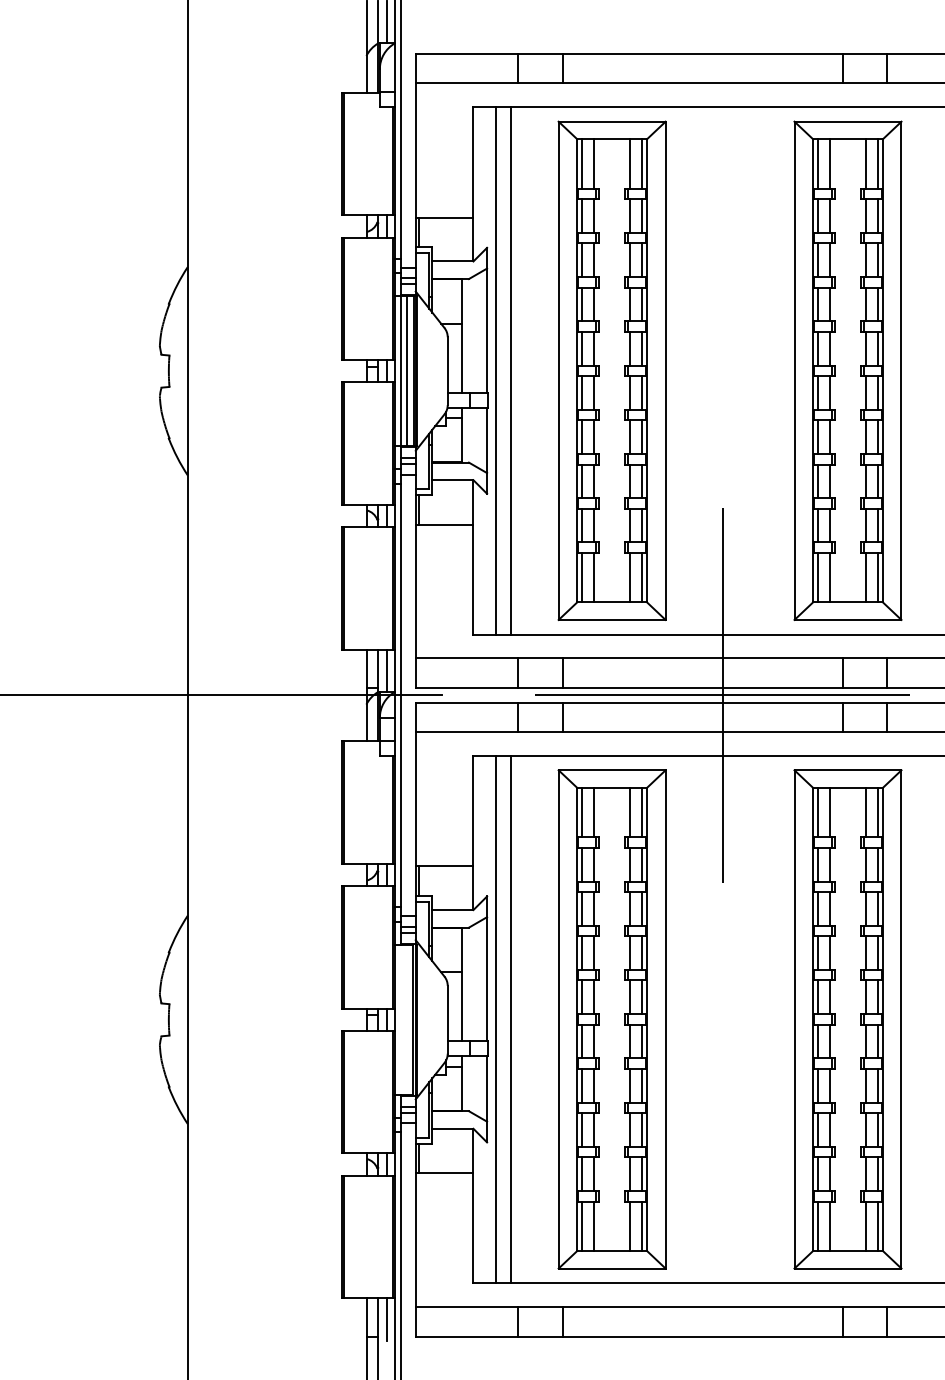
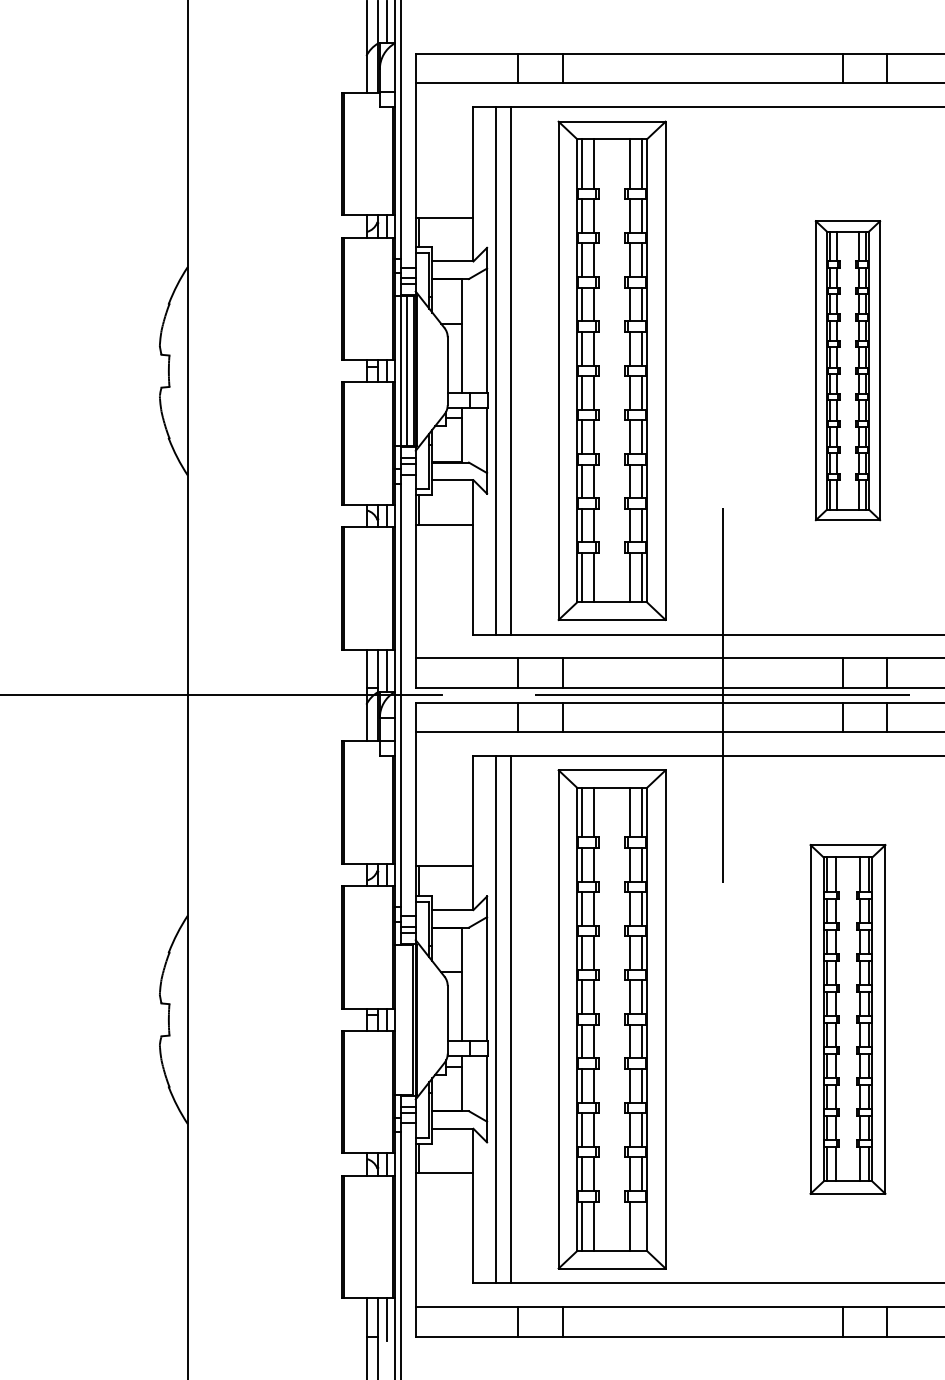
part at (847, 370) size: 110x501 px -> 68x302 px
part at (847, 1019) size: 110x501 px -> 78x351 px
line at (641, 1225): present -> none
